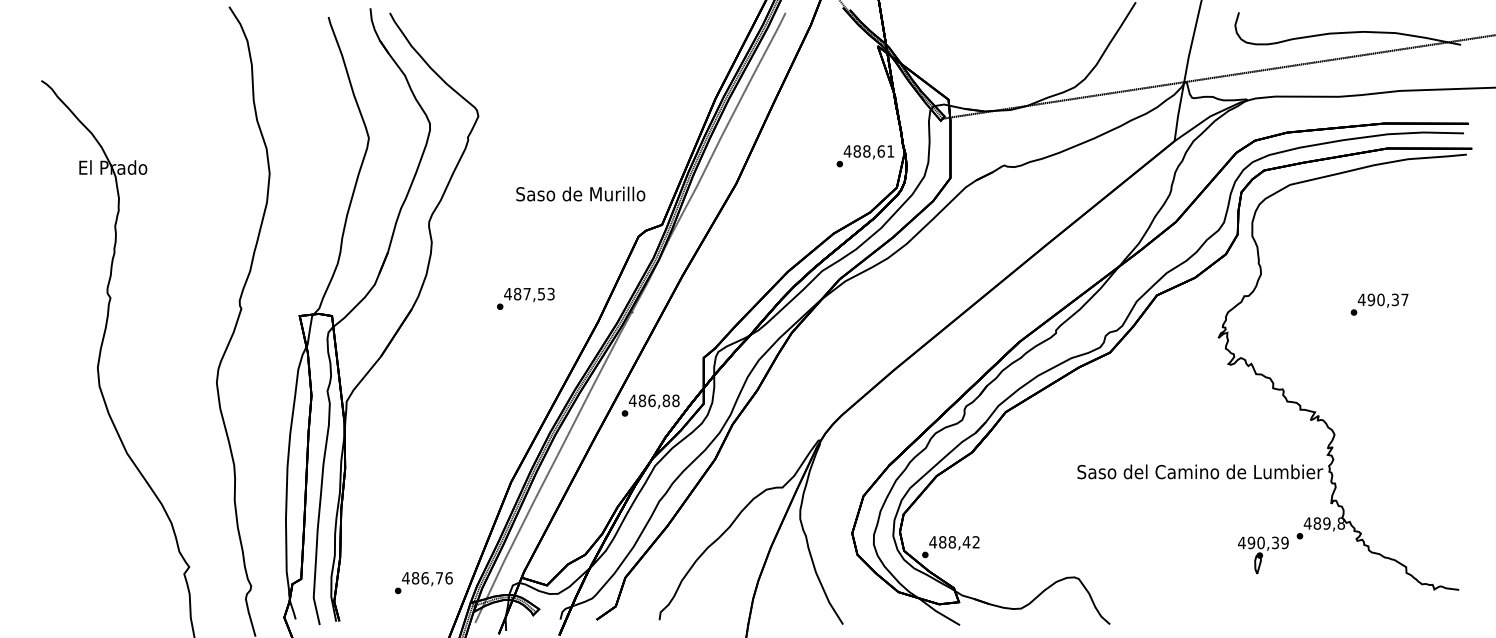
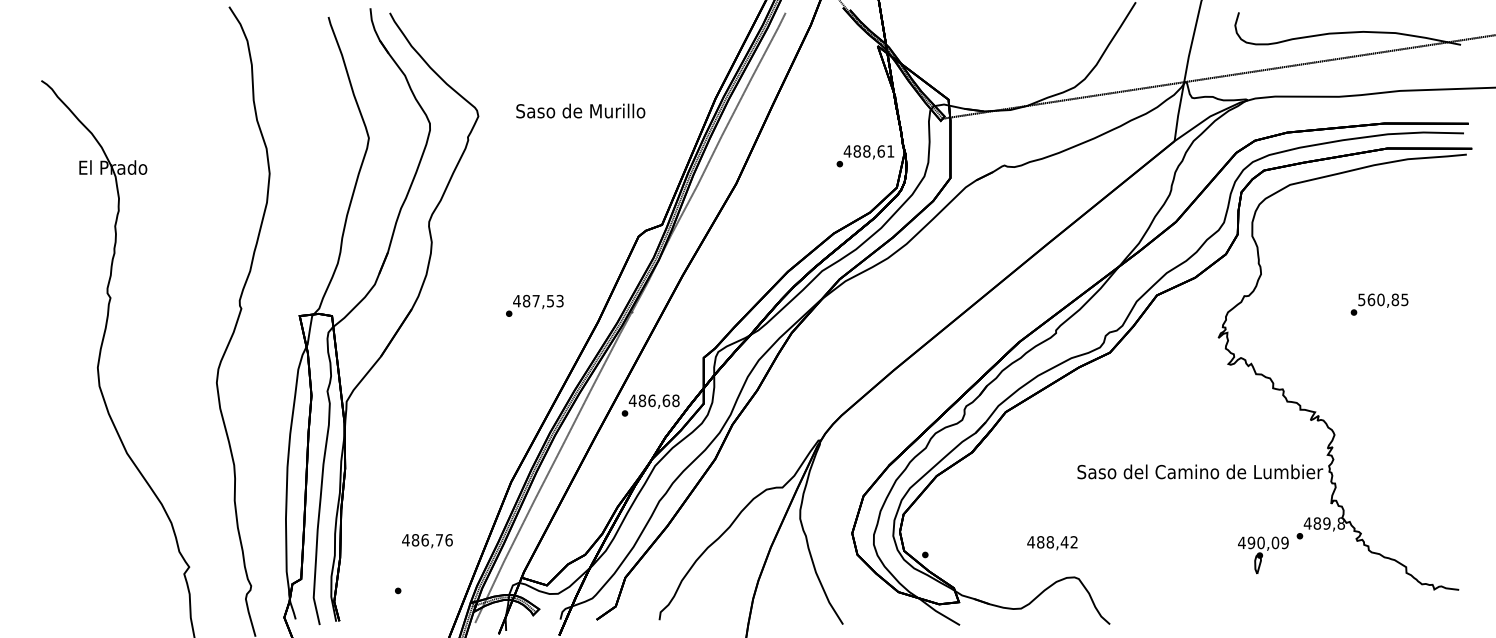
text at (580, 193) position: (580, 193) -> (580, 110)
text at (525, 298) position: (525, 298) -> (534, 305)
text at (1382, 299): 490,37 -> 560,85
text at (666, 400): 486,88 -> 486,68
text at (1275, 542): 490,39 -> 490,09
text at (954, 543) position: (954, 543) -> (1052, 543)
text at (427, 579) position: (427, 579) -> (427, 541)
